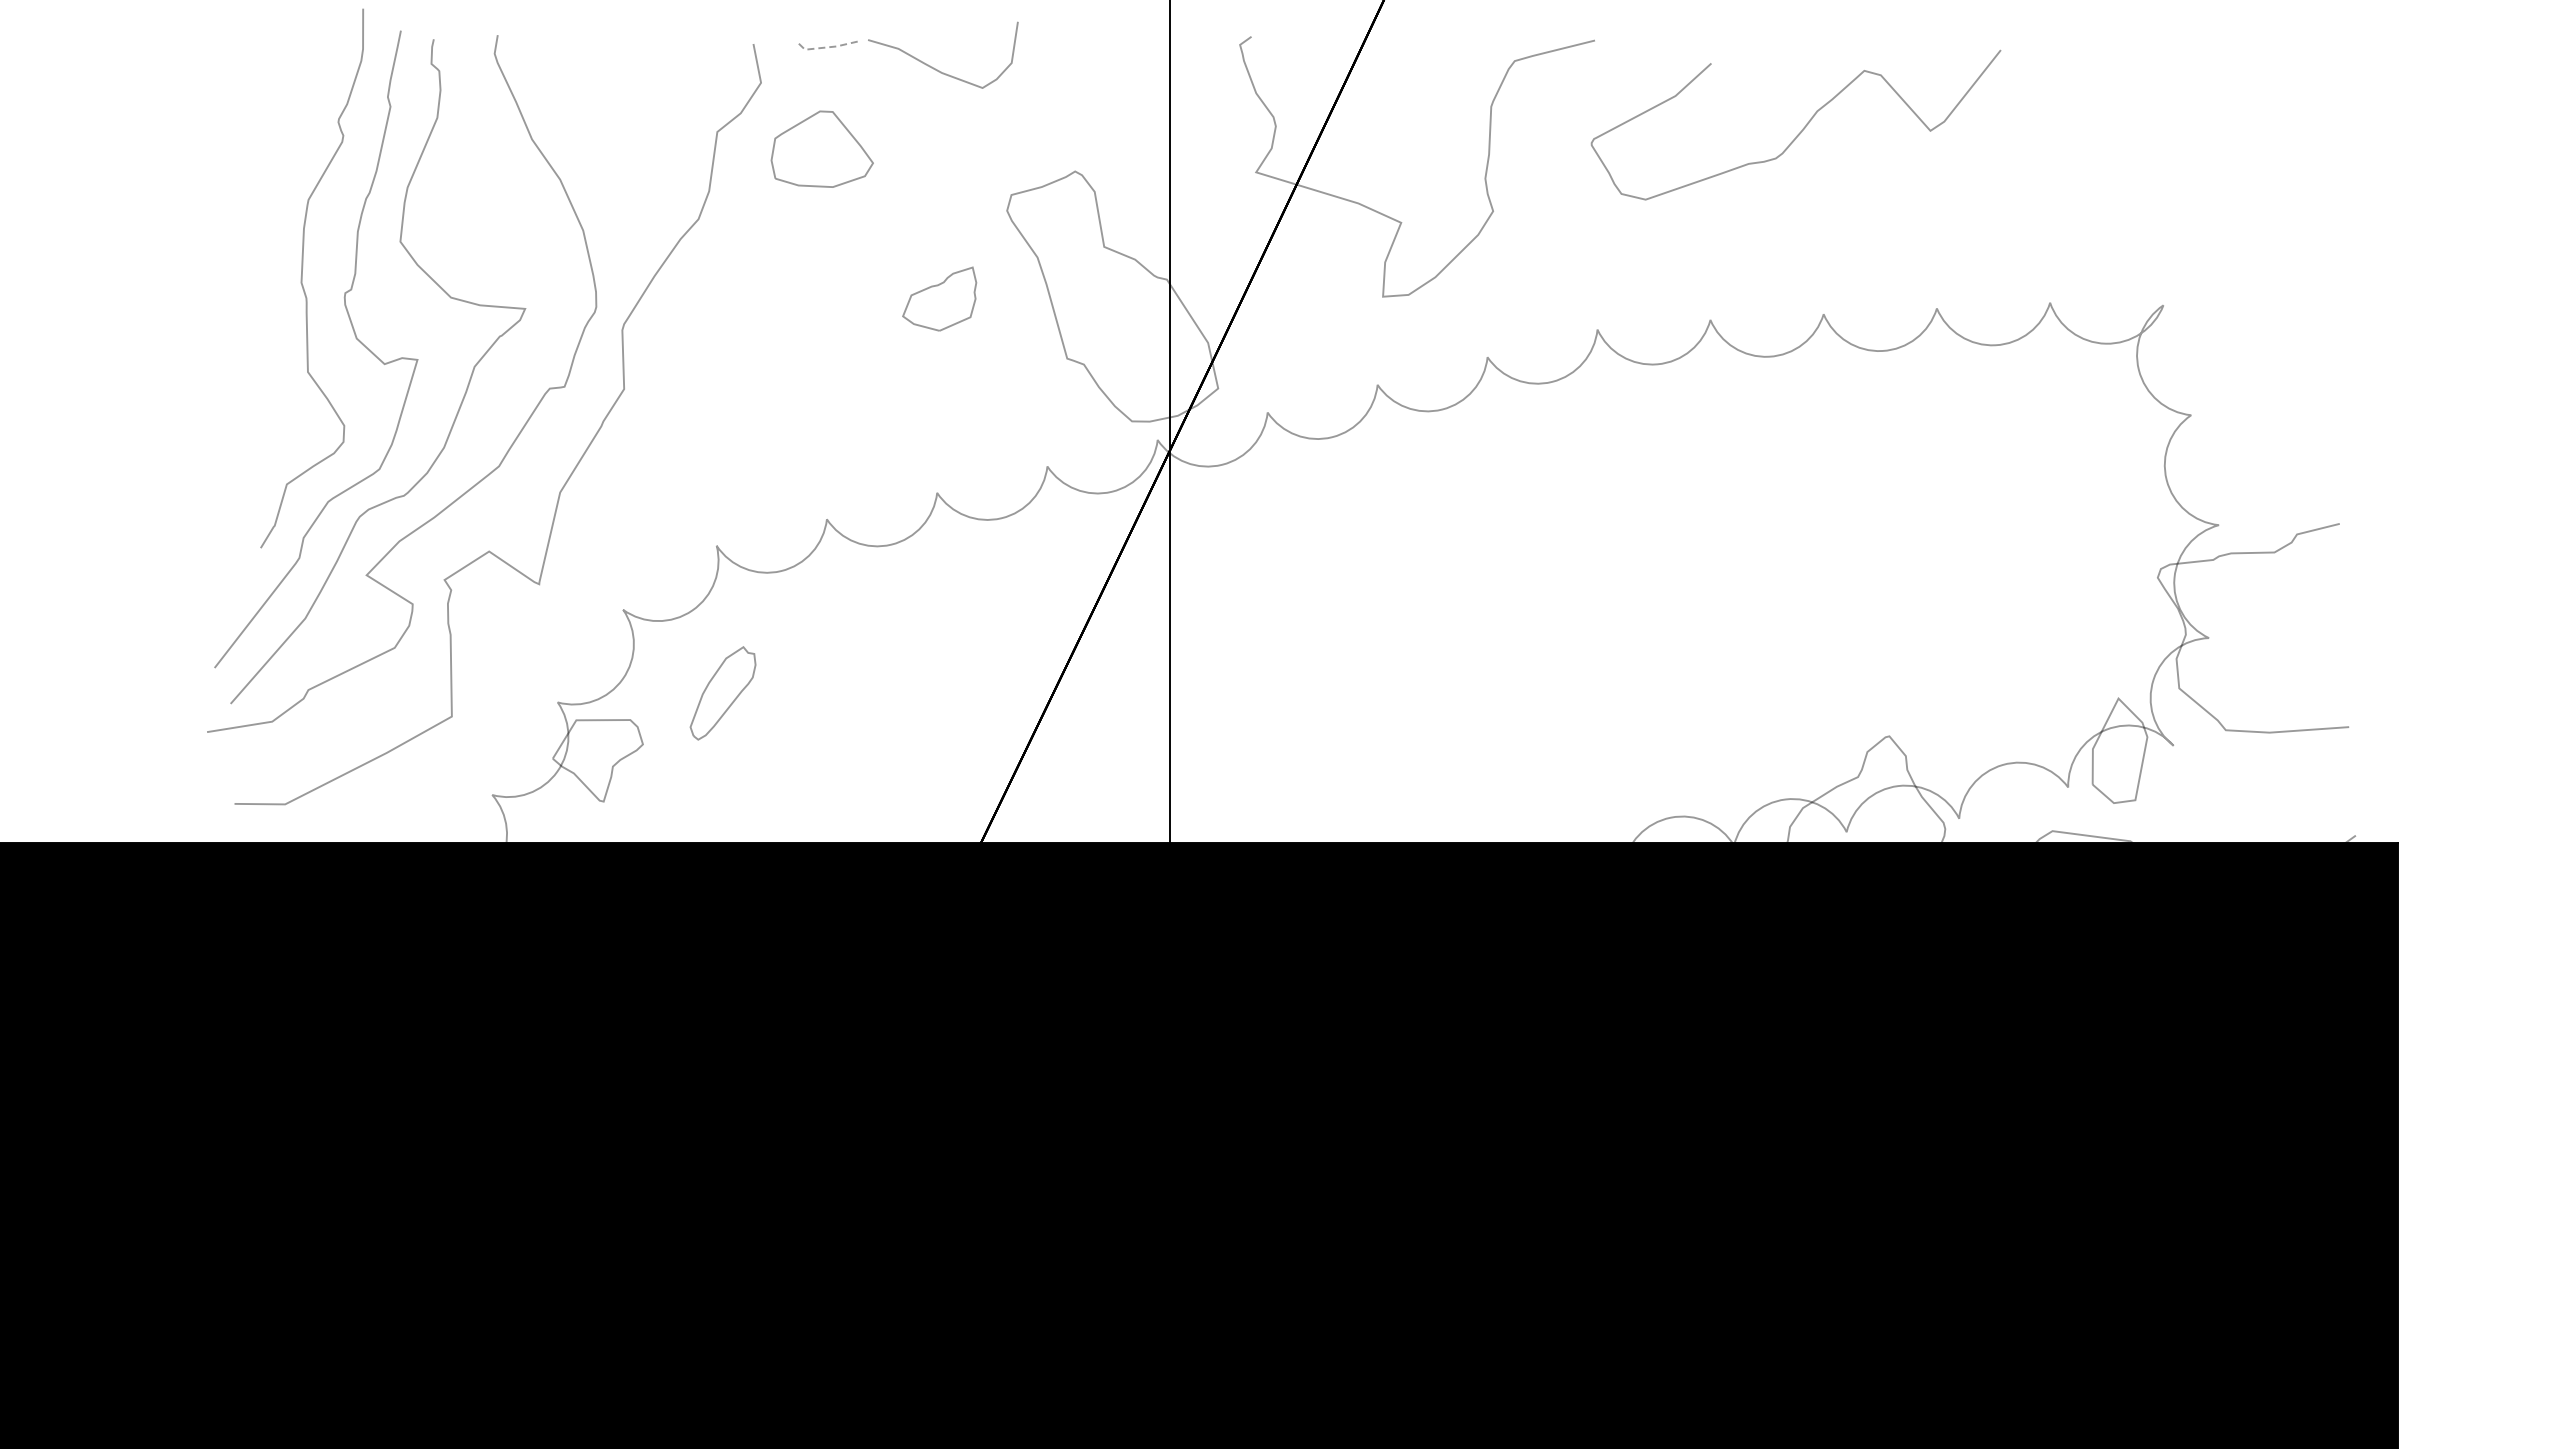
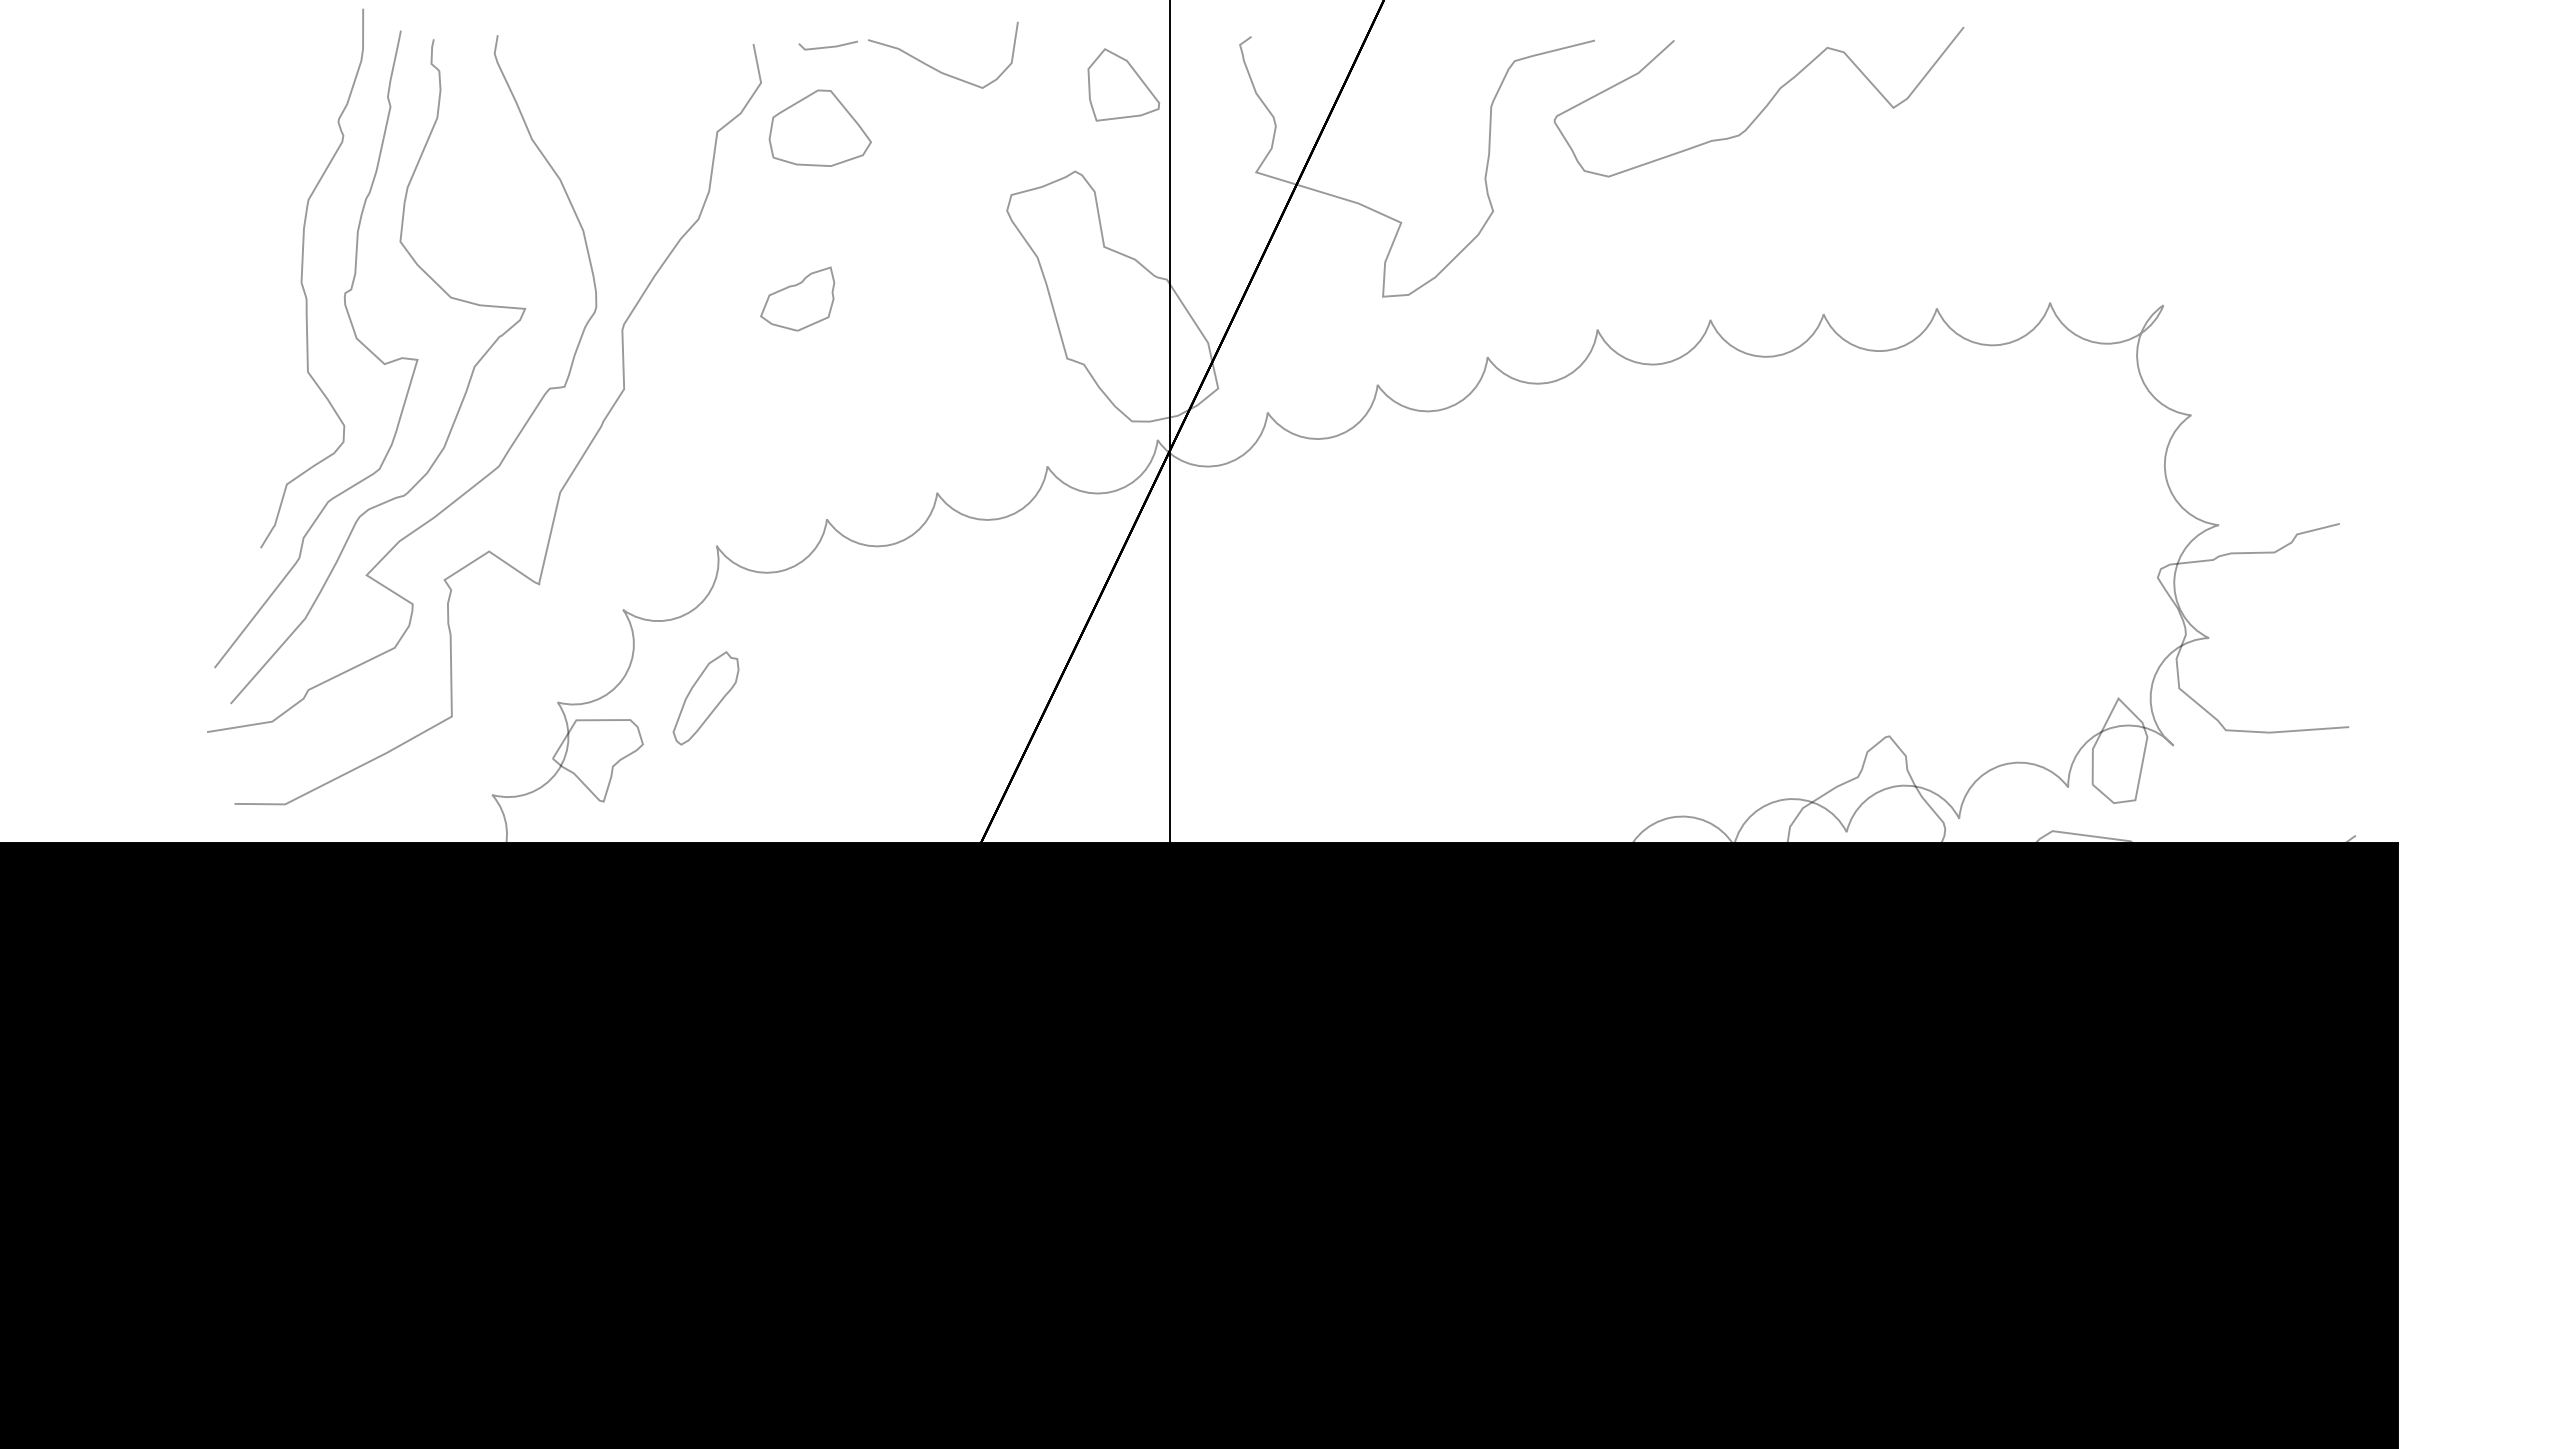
line at (827, 47): dashed -> solid
part at (1123, 84): none -> present
curve at (1801, 130) position: (1801, 130) -> (1764, 107)
part at (821, 148) position: (821, 148) -> (819, 127)
part at (939, 298) position: (939, 298) -> (797, 298)
part at (722, 693) position: (722, 693) -> (705, 698)
